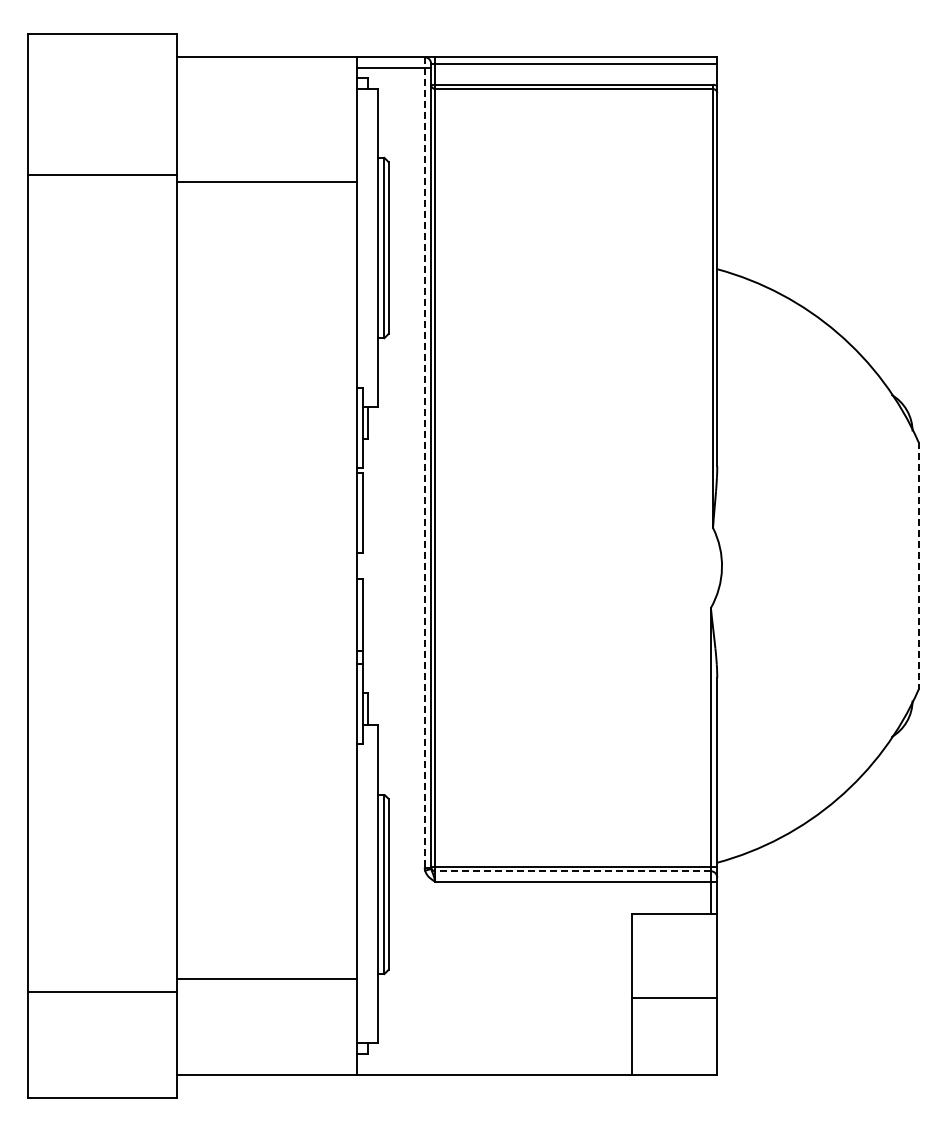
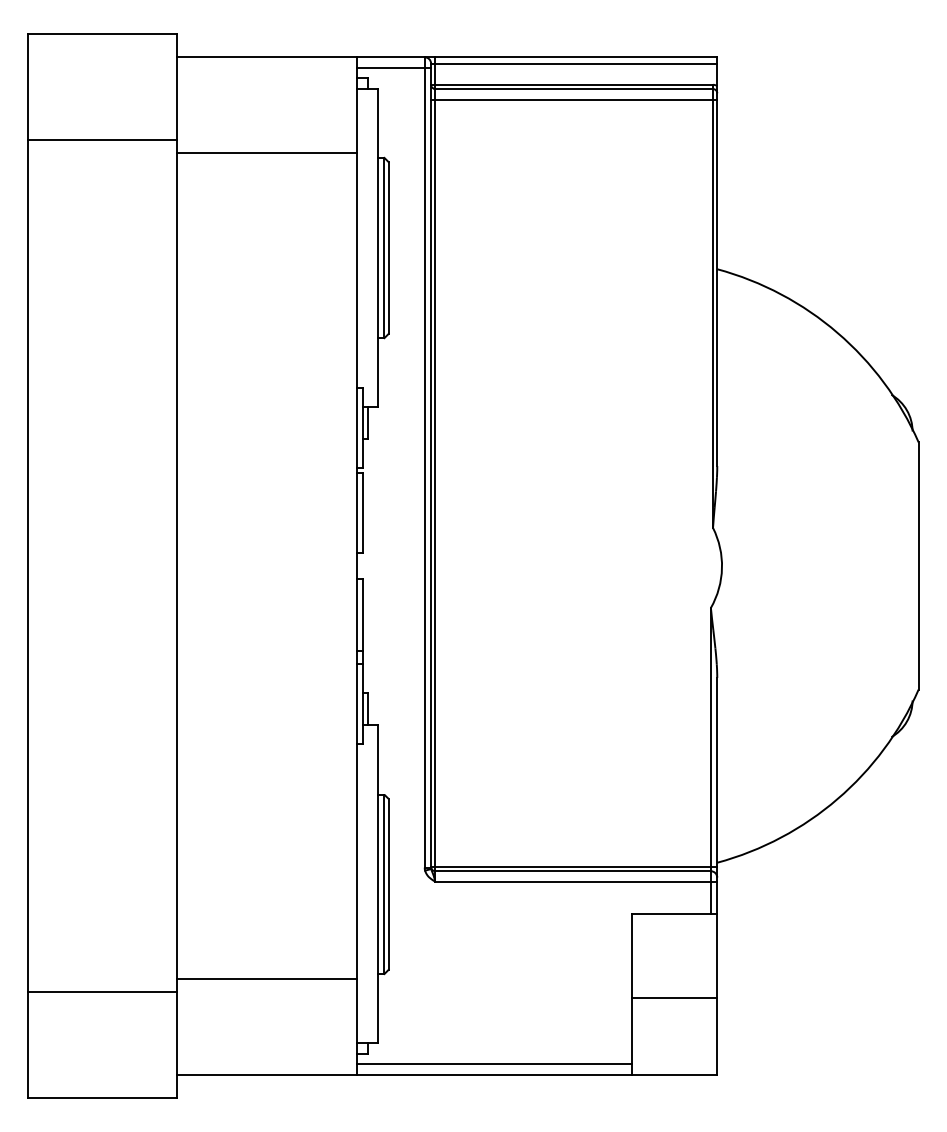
line at (574, 99): none -> present
line at (102, 174) position: (102, 174) -> (102, 139)
line at (266, 181) position: (266, 181) -> (266, 152)
line at (424, 462): dashed -> solid
line at (918, 566): dashed -> solid
line at (573, 871): dashed -> solid
line at (494, 1064): none -> present
